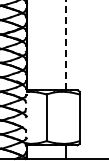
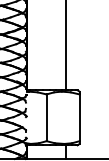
line at (65, 45): dashed -> solid
